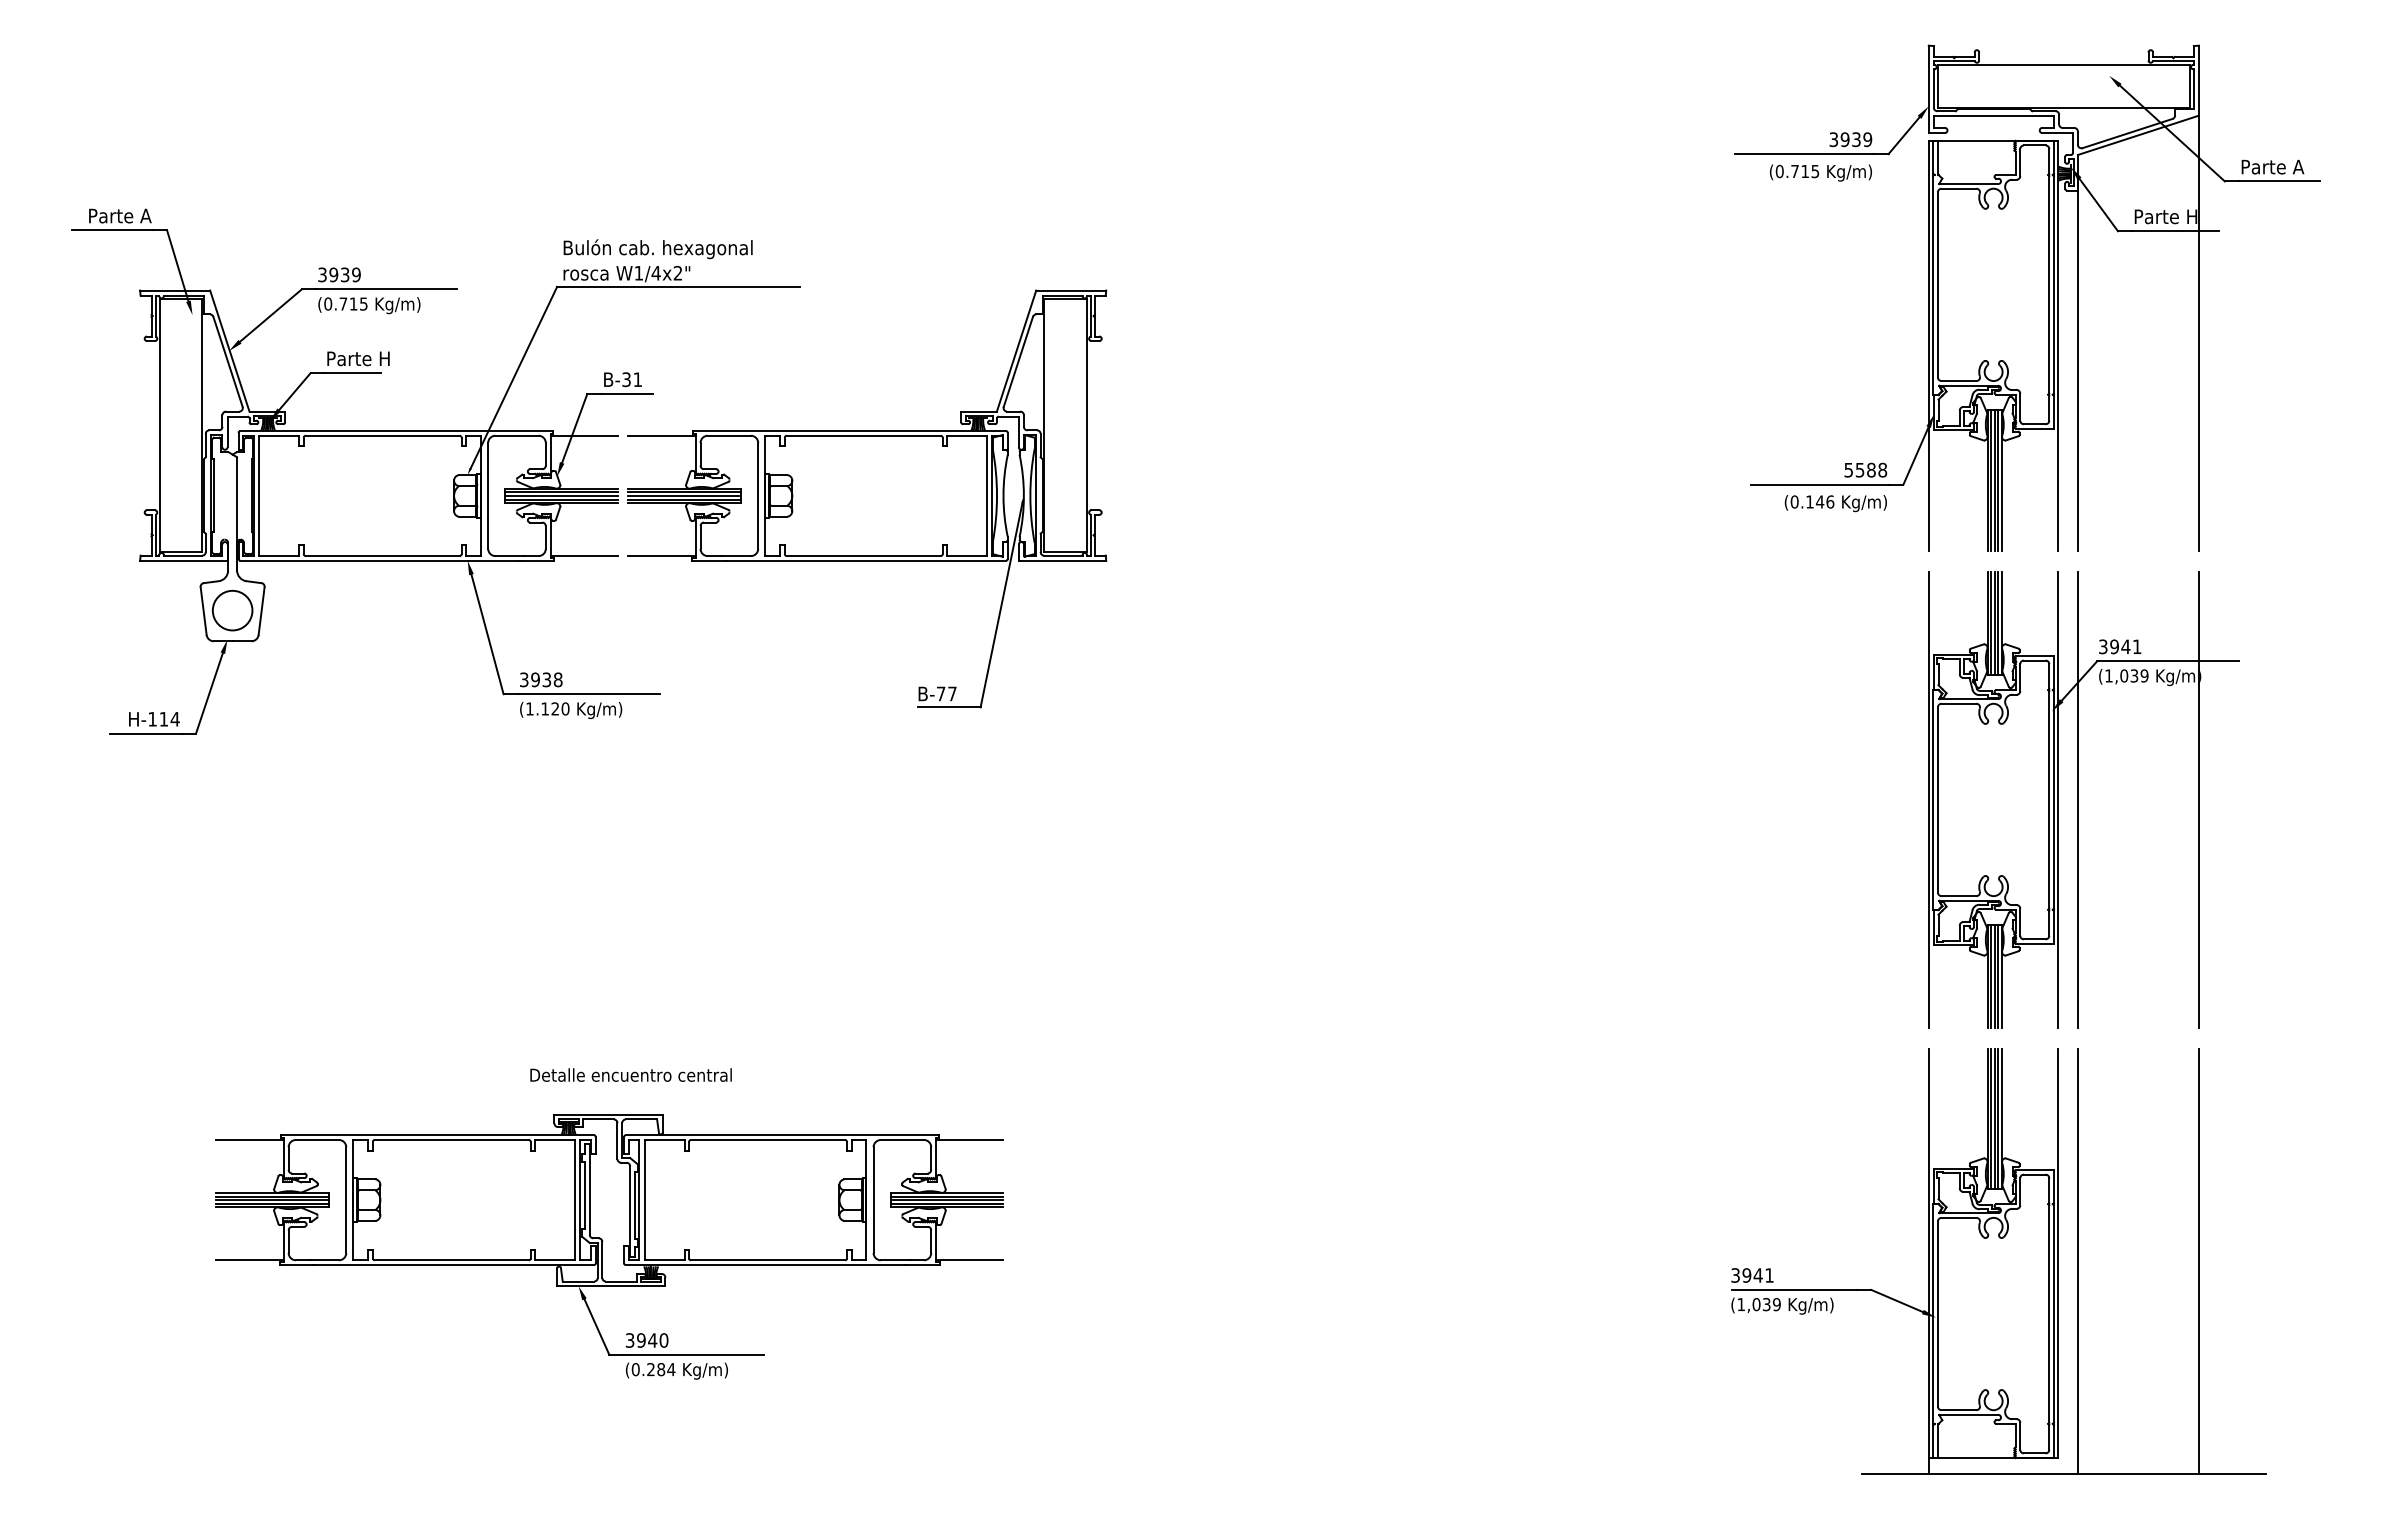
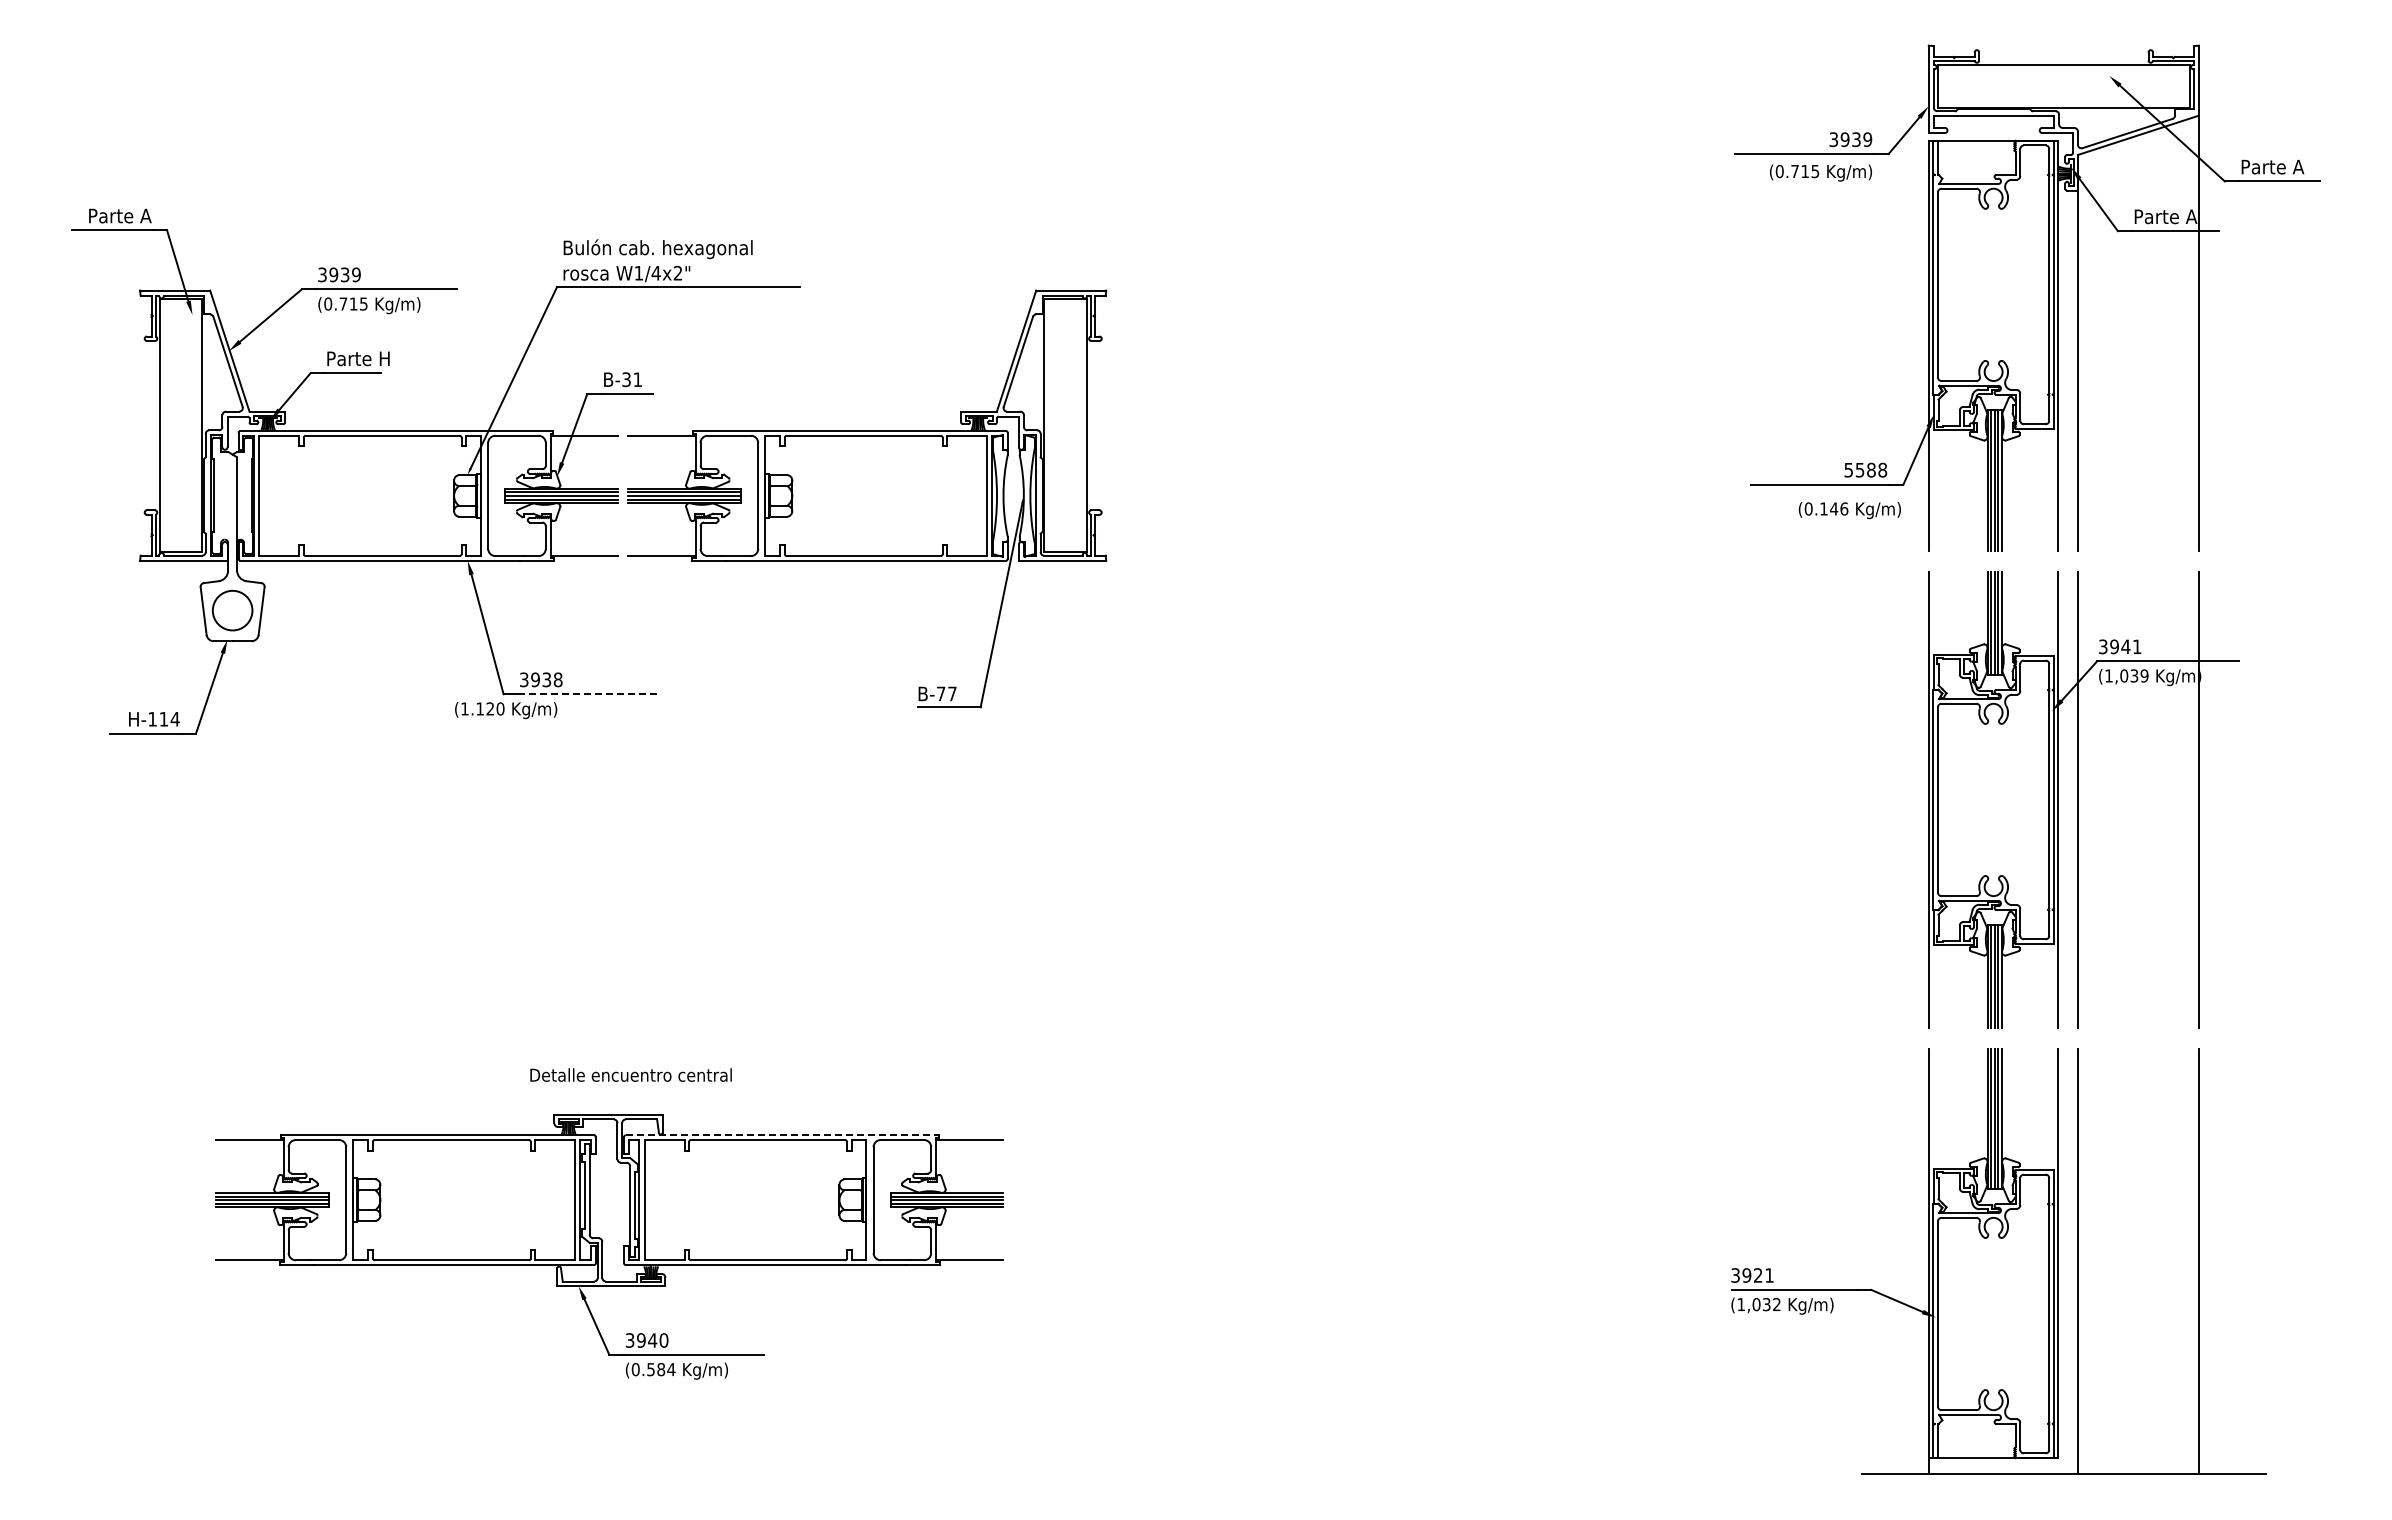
text at (2191, 216): Parte H -> Parte A
text at (1835, 503) position: (1835, 503) -> (1849, 510)
line at (588, 694): solid -> dashed
text at (571, 710) position: (571, 710) -> (506, 710)
line at (782, 1135): solid -> dashed
text at (1757, 1275): 3941 -> 3921
text at (1776, 1304): (1,039 -> (1,032
text at (650, 1369): (0.284 -> (0.584
